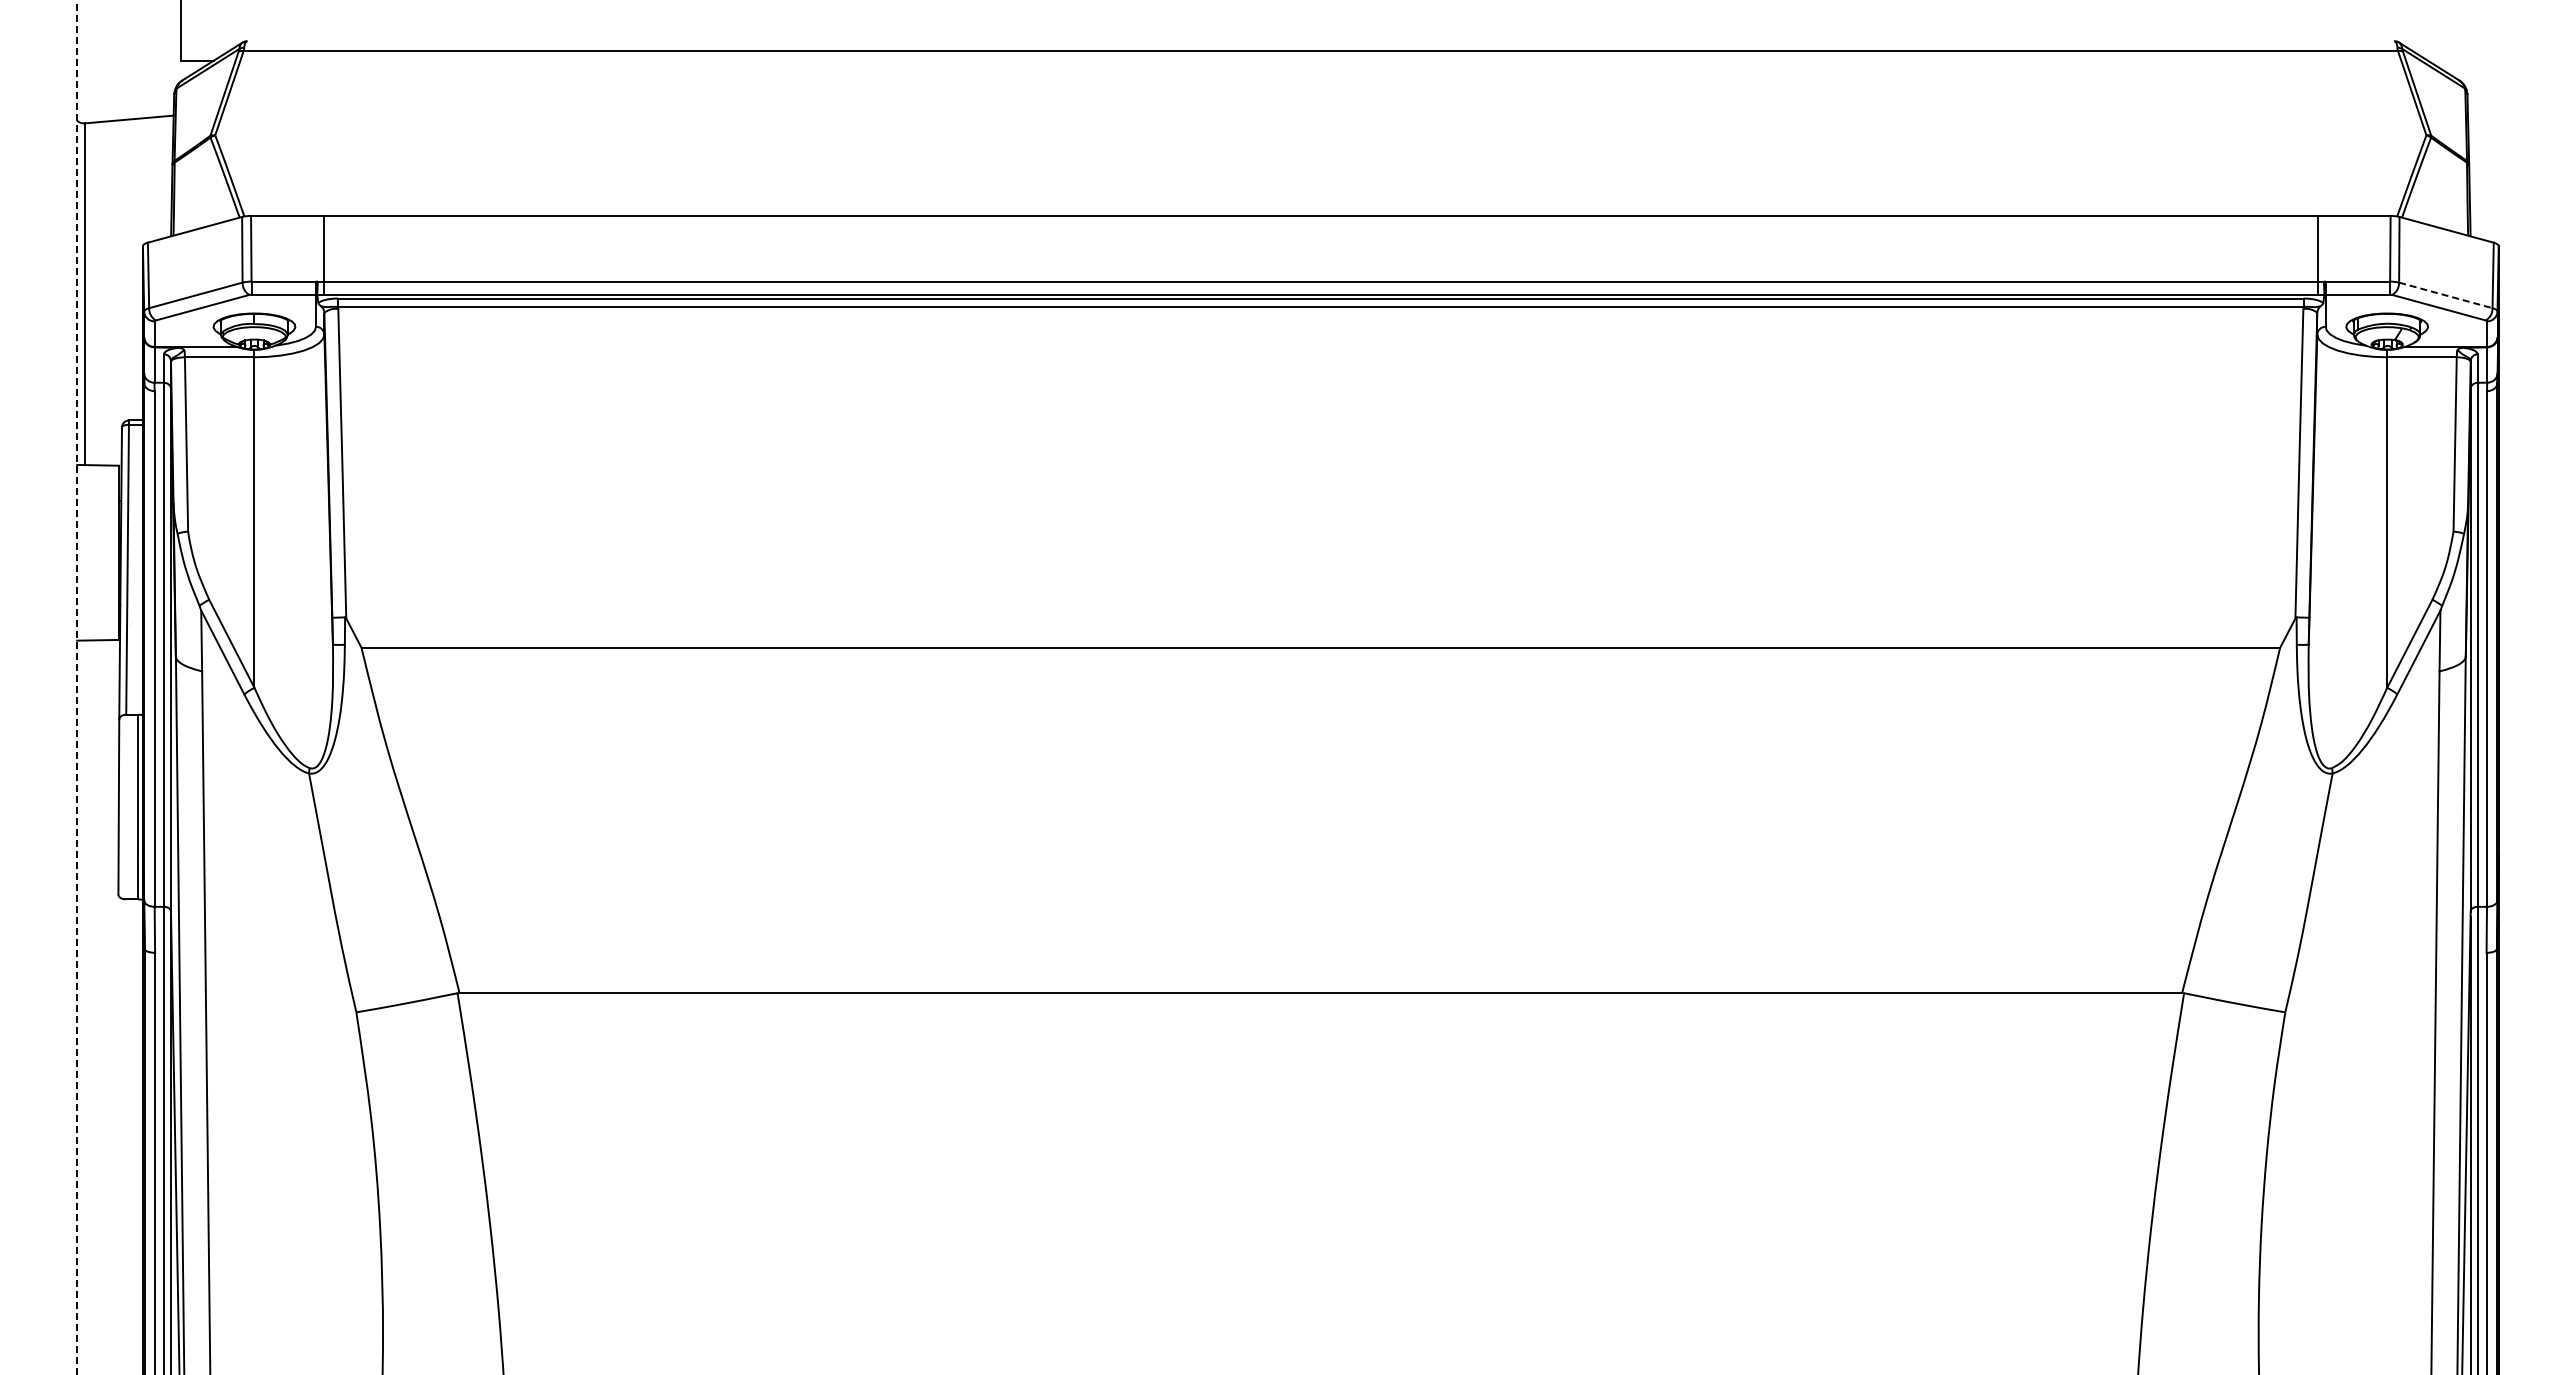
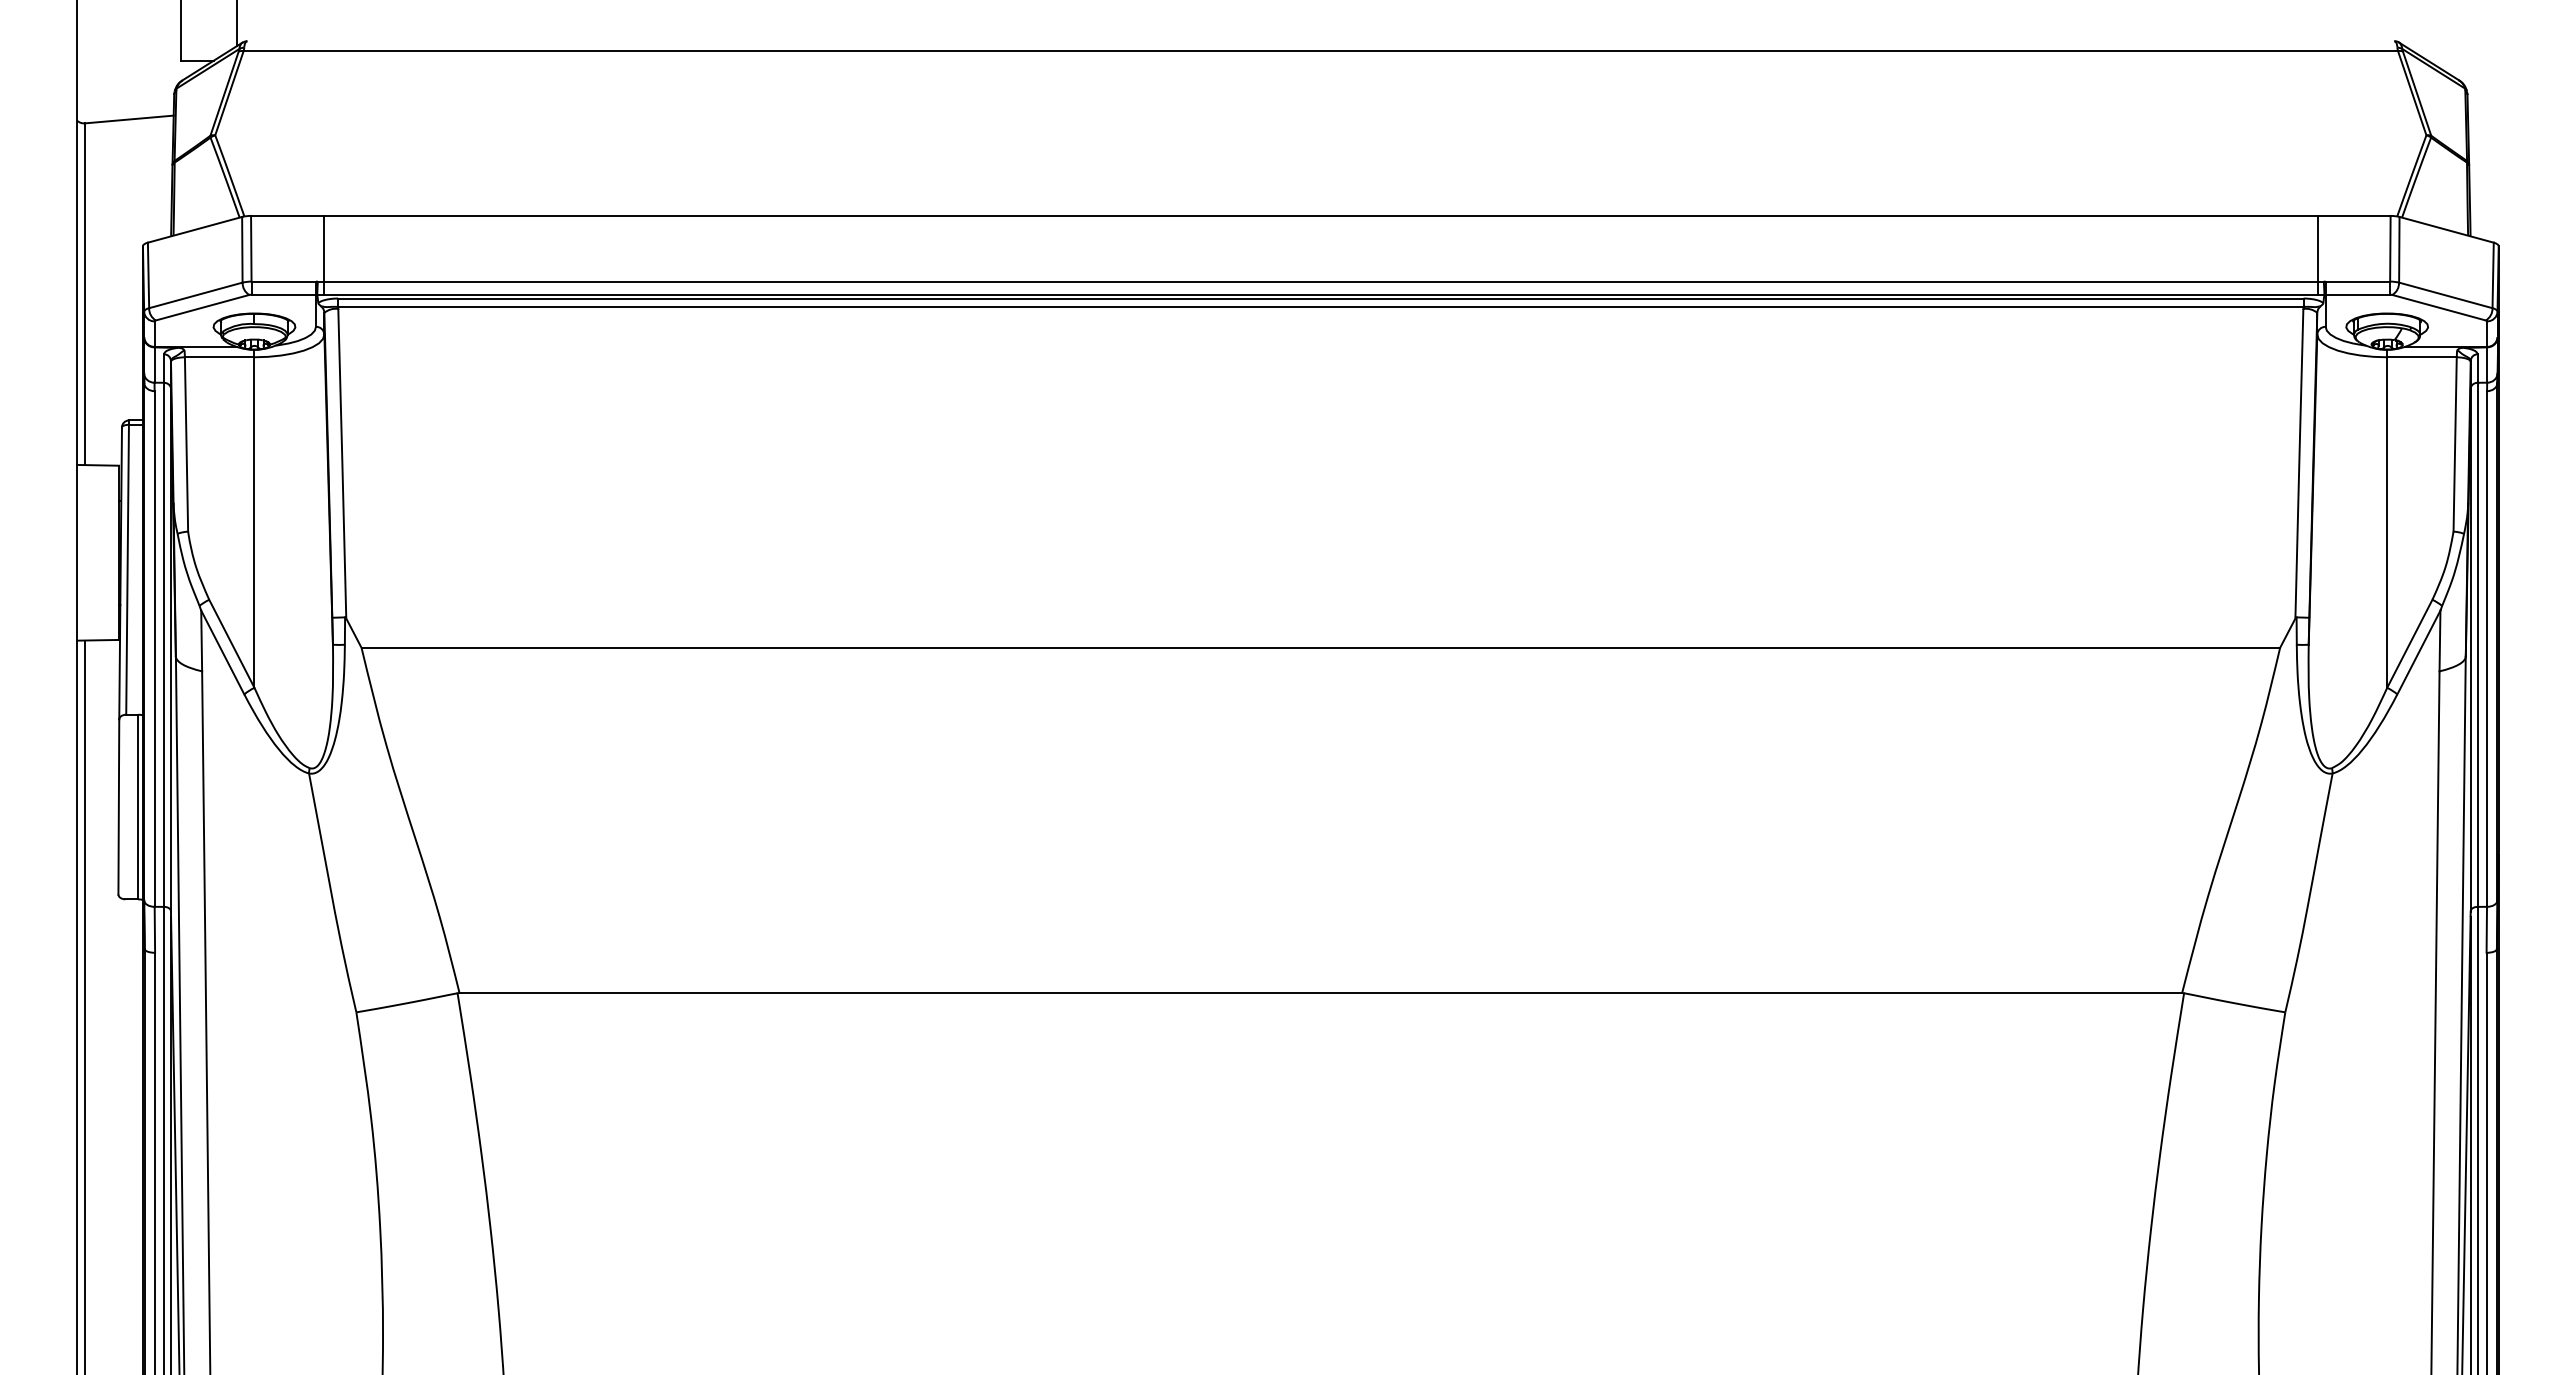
line at (236, 24): none -> present
line at (2446, 295): dashed -> solid
line at (77, 687): dashed -> solid
line at (85, 1005): none -> present
